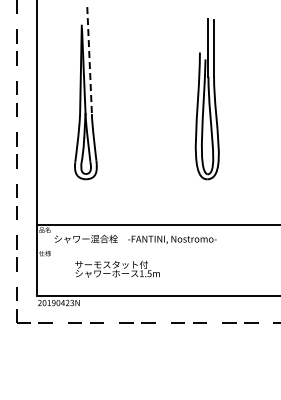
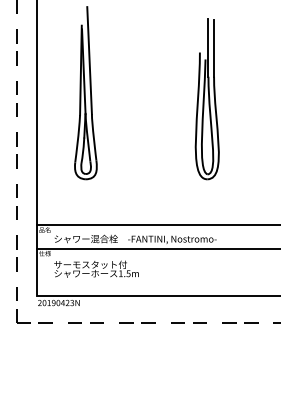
line at (89, 60): dashed -> solid
line at (156, 249): none -> present
text at (117, 268) position: (117, 268) -> (96, 268)
